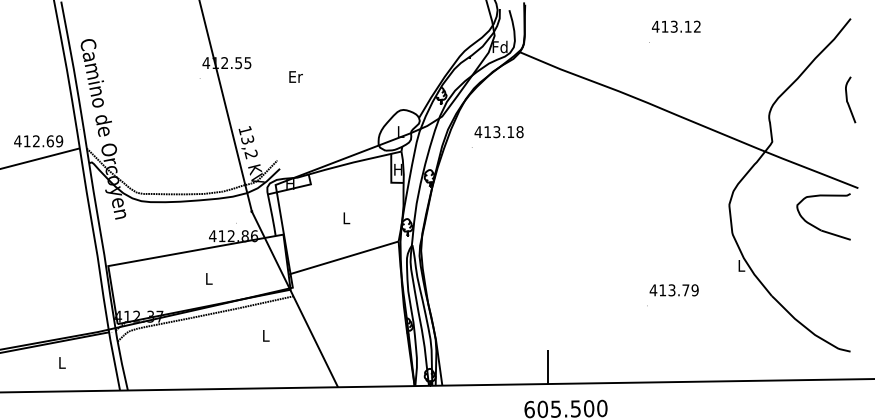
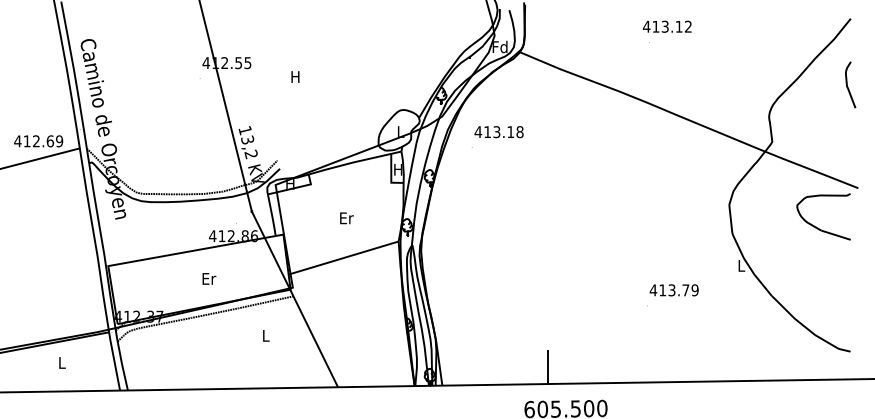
text at (676, 26) position: (676, 26) -> (667, 26)
text at (295, 76): Er -> H
curve at (848, 101) position: (848, 101) -> (848, 86)
text at (346, 218): L -> Er
text at (209, 278): L -> Er
